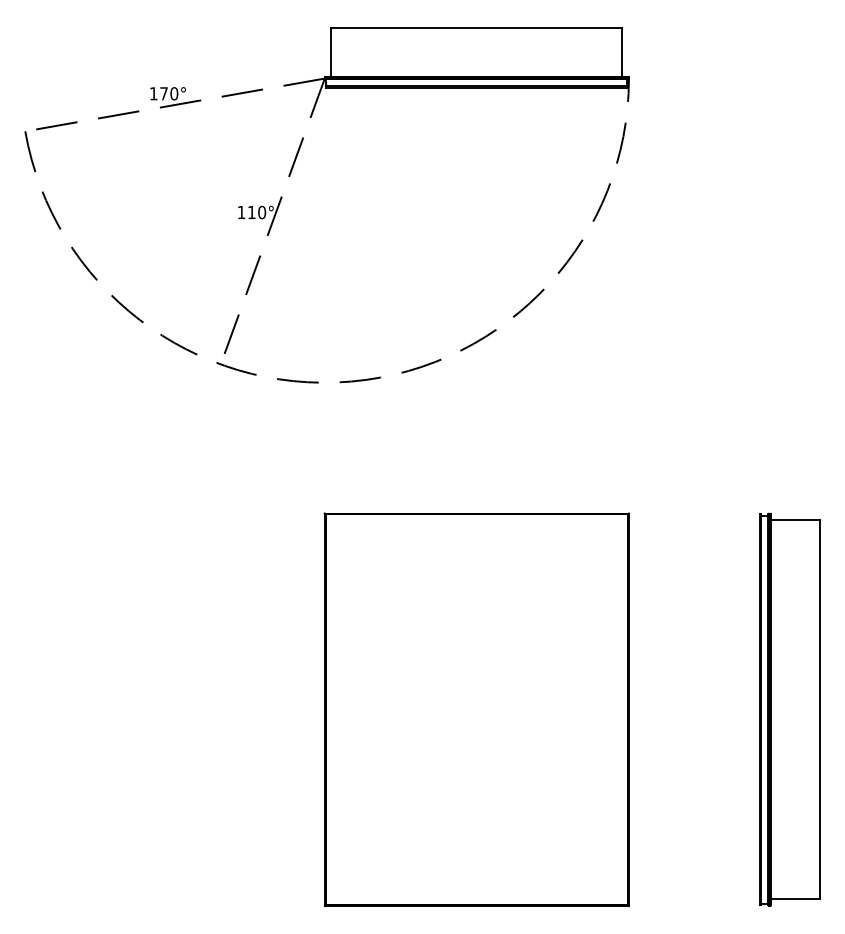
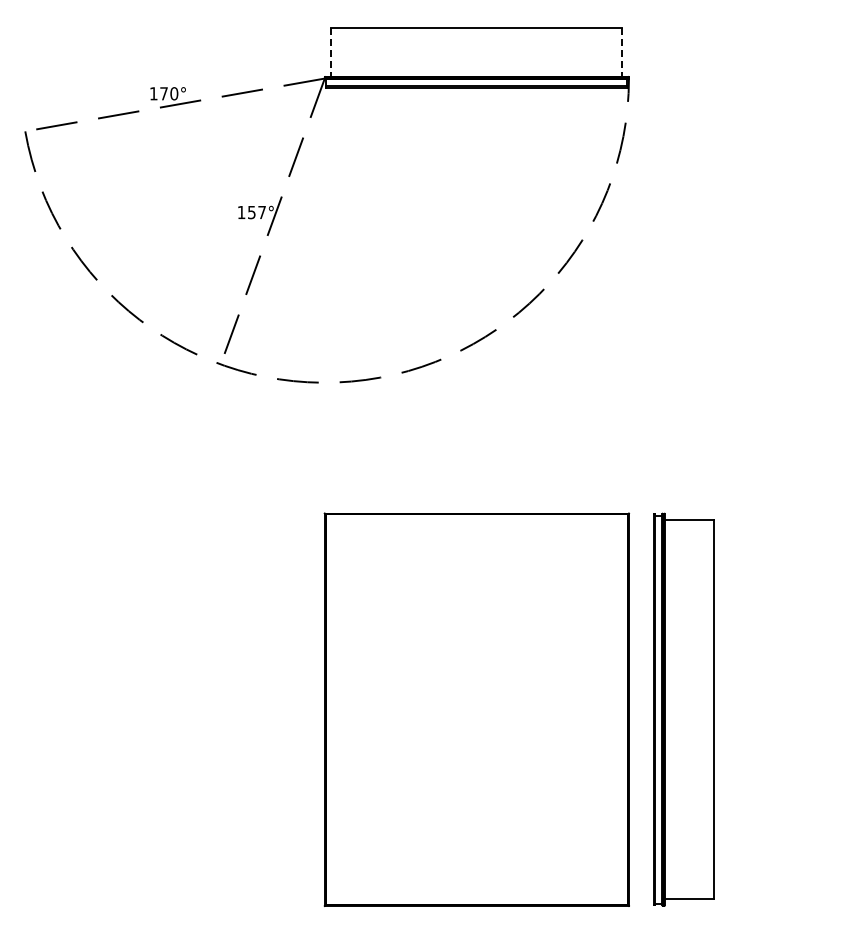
line at (331, 52): solid -> dashed
line at (622, 52): solid -> dashed
text at (257, 212): 110° -> 157°
part at (789, 709) position: (789, 709) -> (683, 709)
